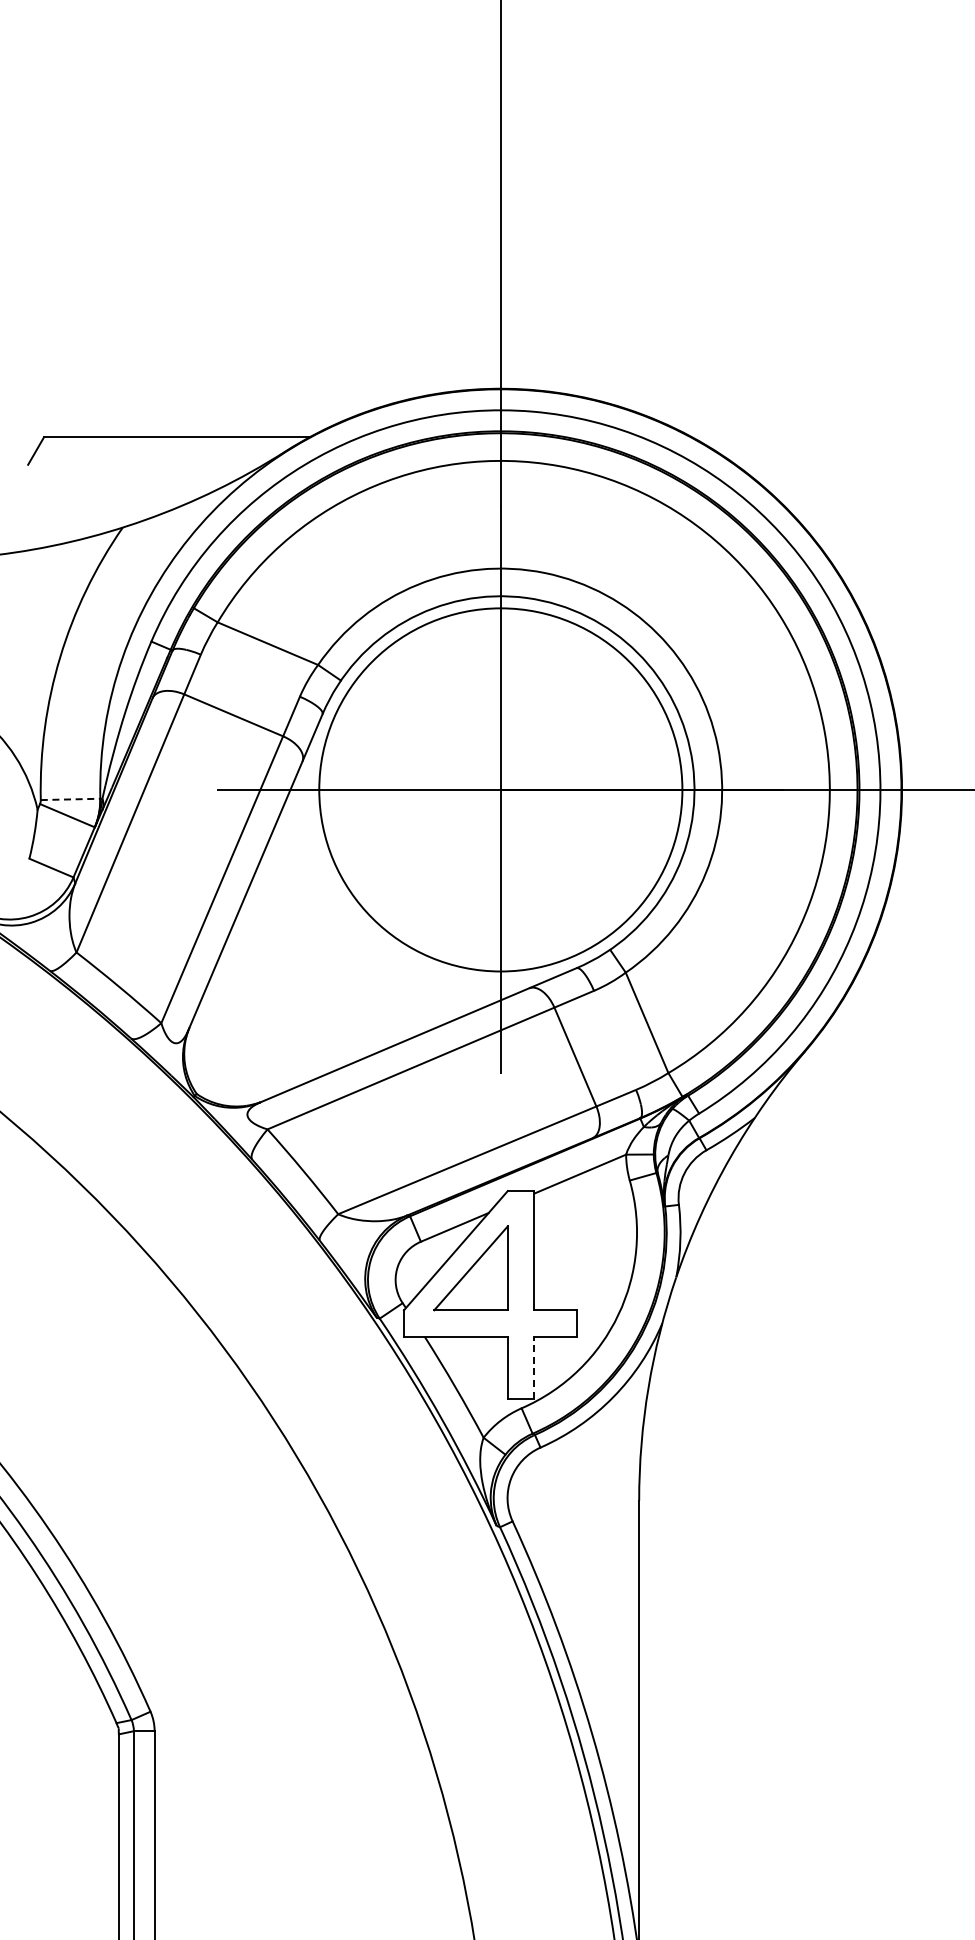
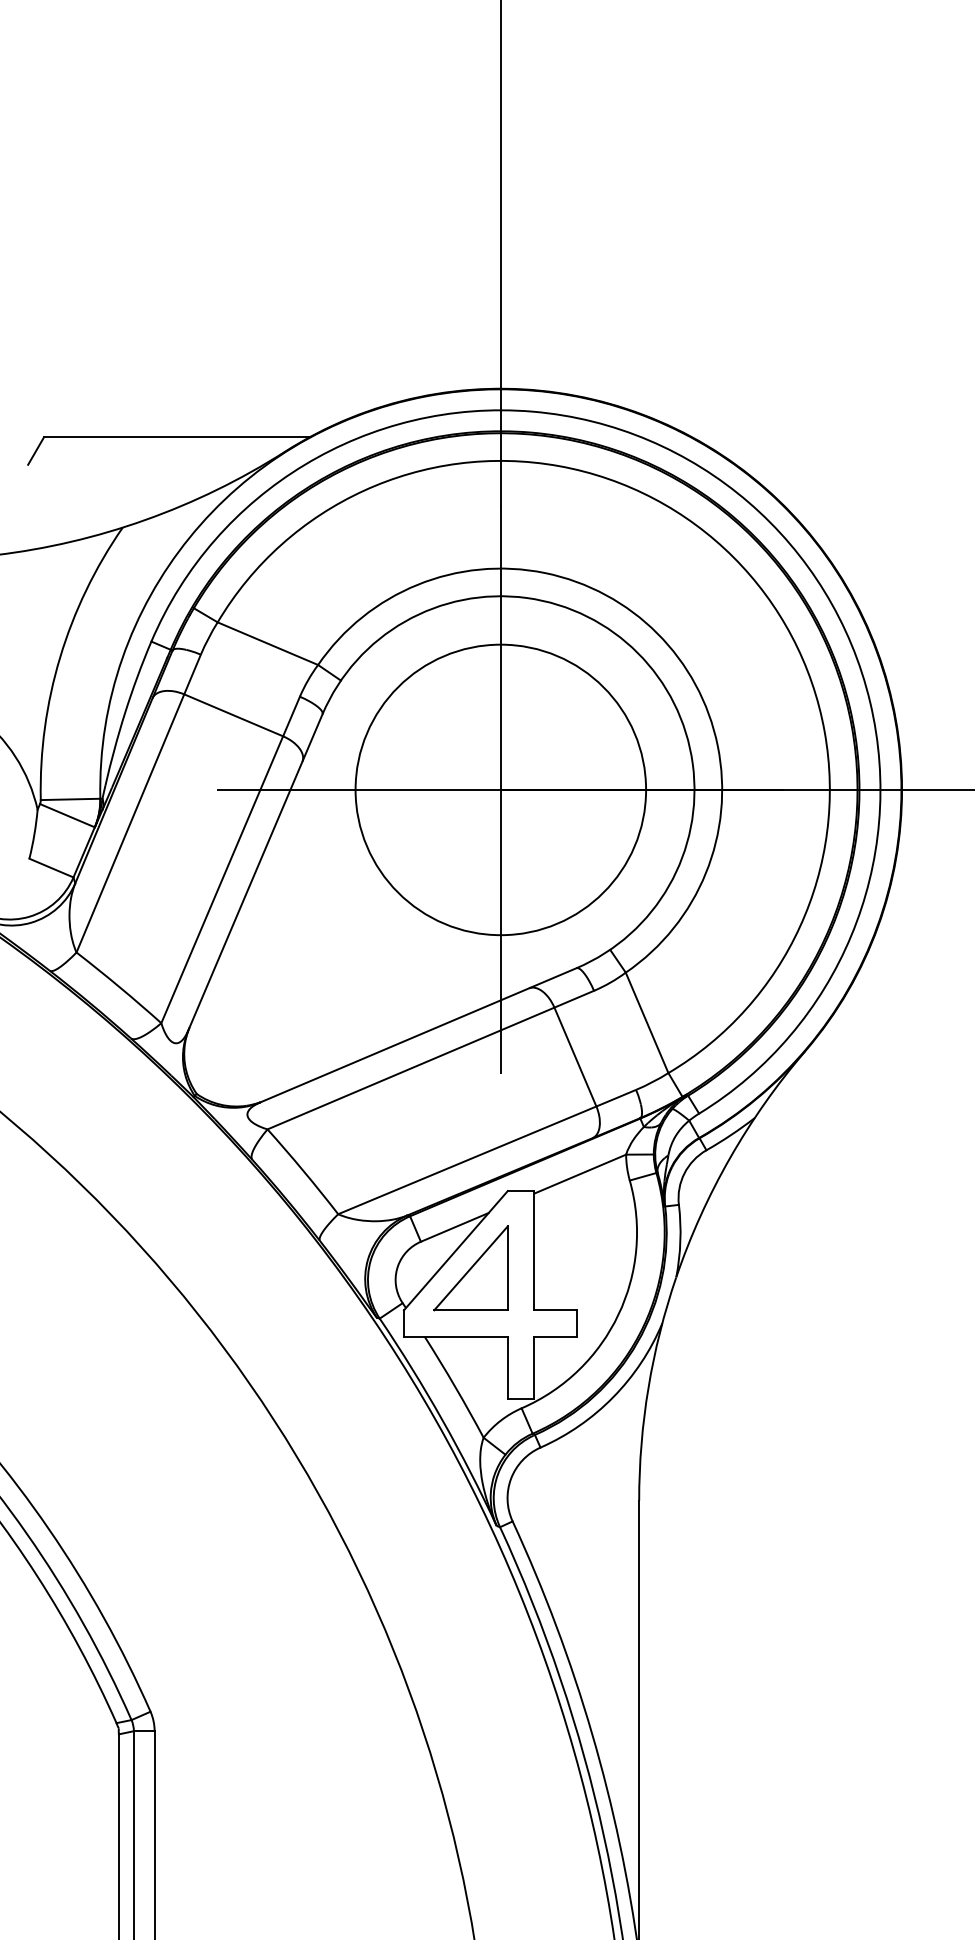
circle at (500, 789) diameter: 363 px -> 291 px
line at (71, 799): dashed -> solid
line at (533, 1367): dashed -> solid
